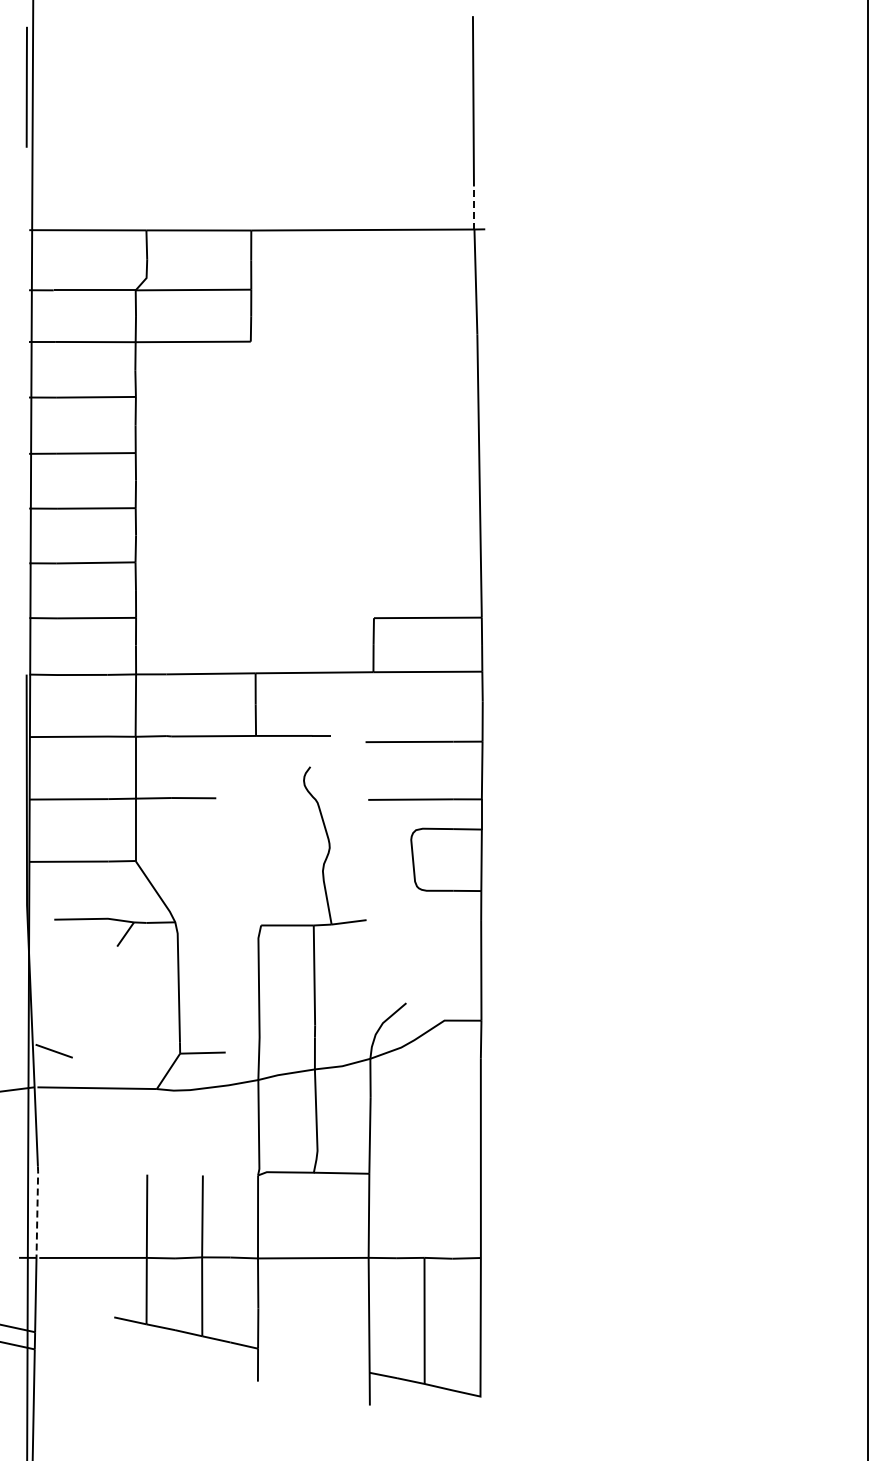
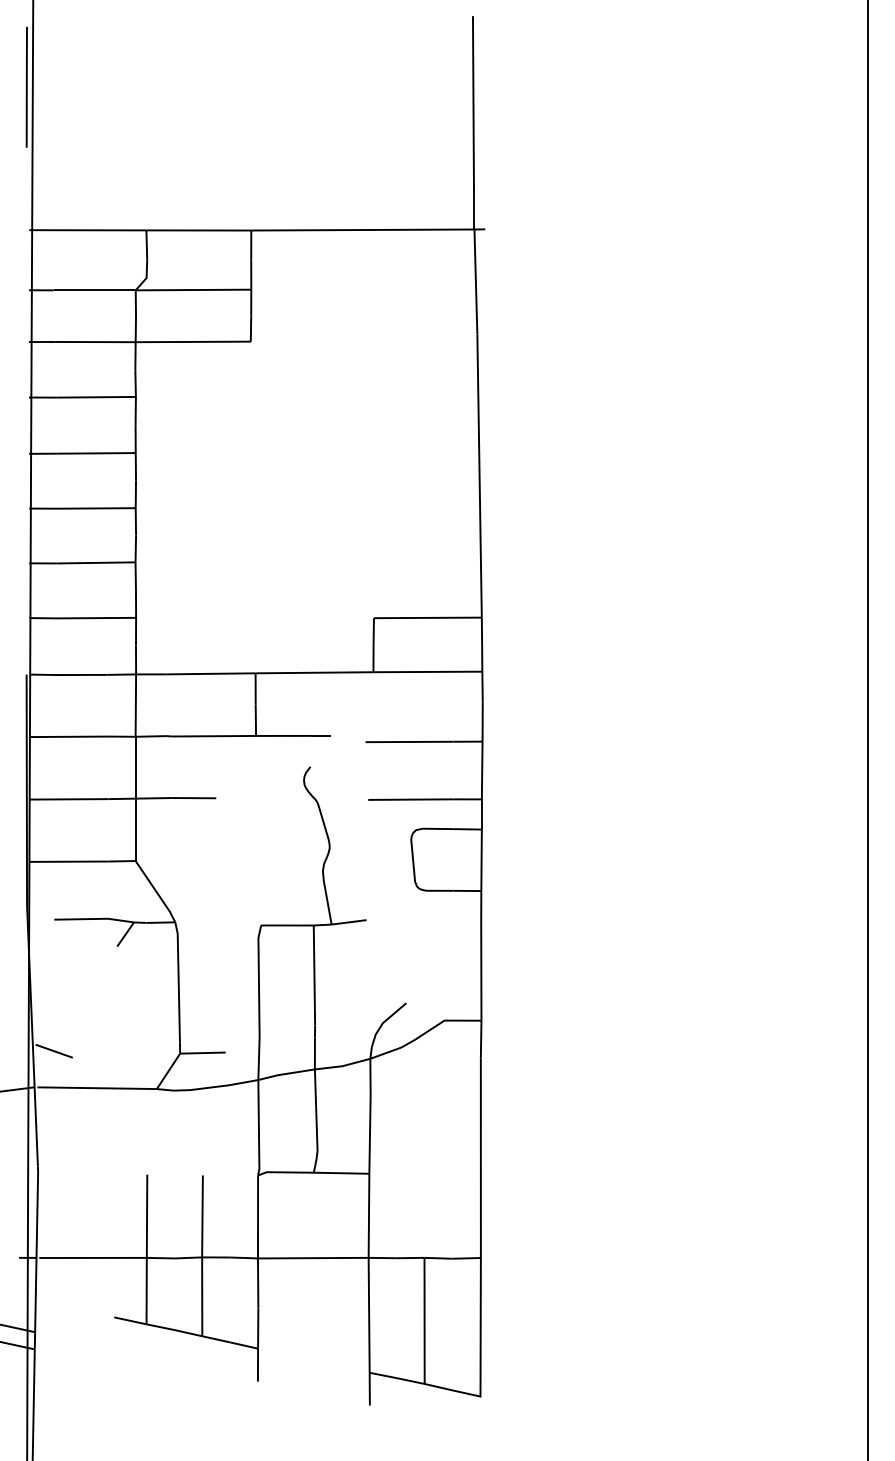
line at (474, 207): dashed -> solid
line at (37, 1211): dashed -> solid
